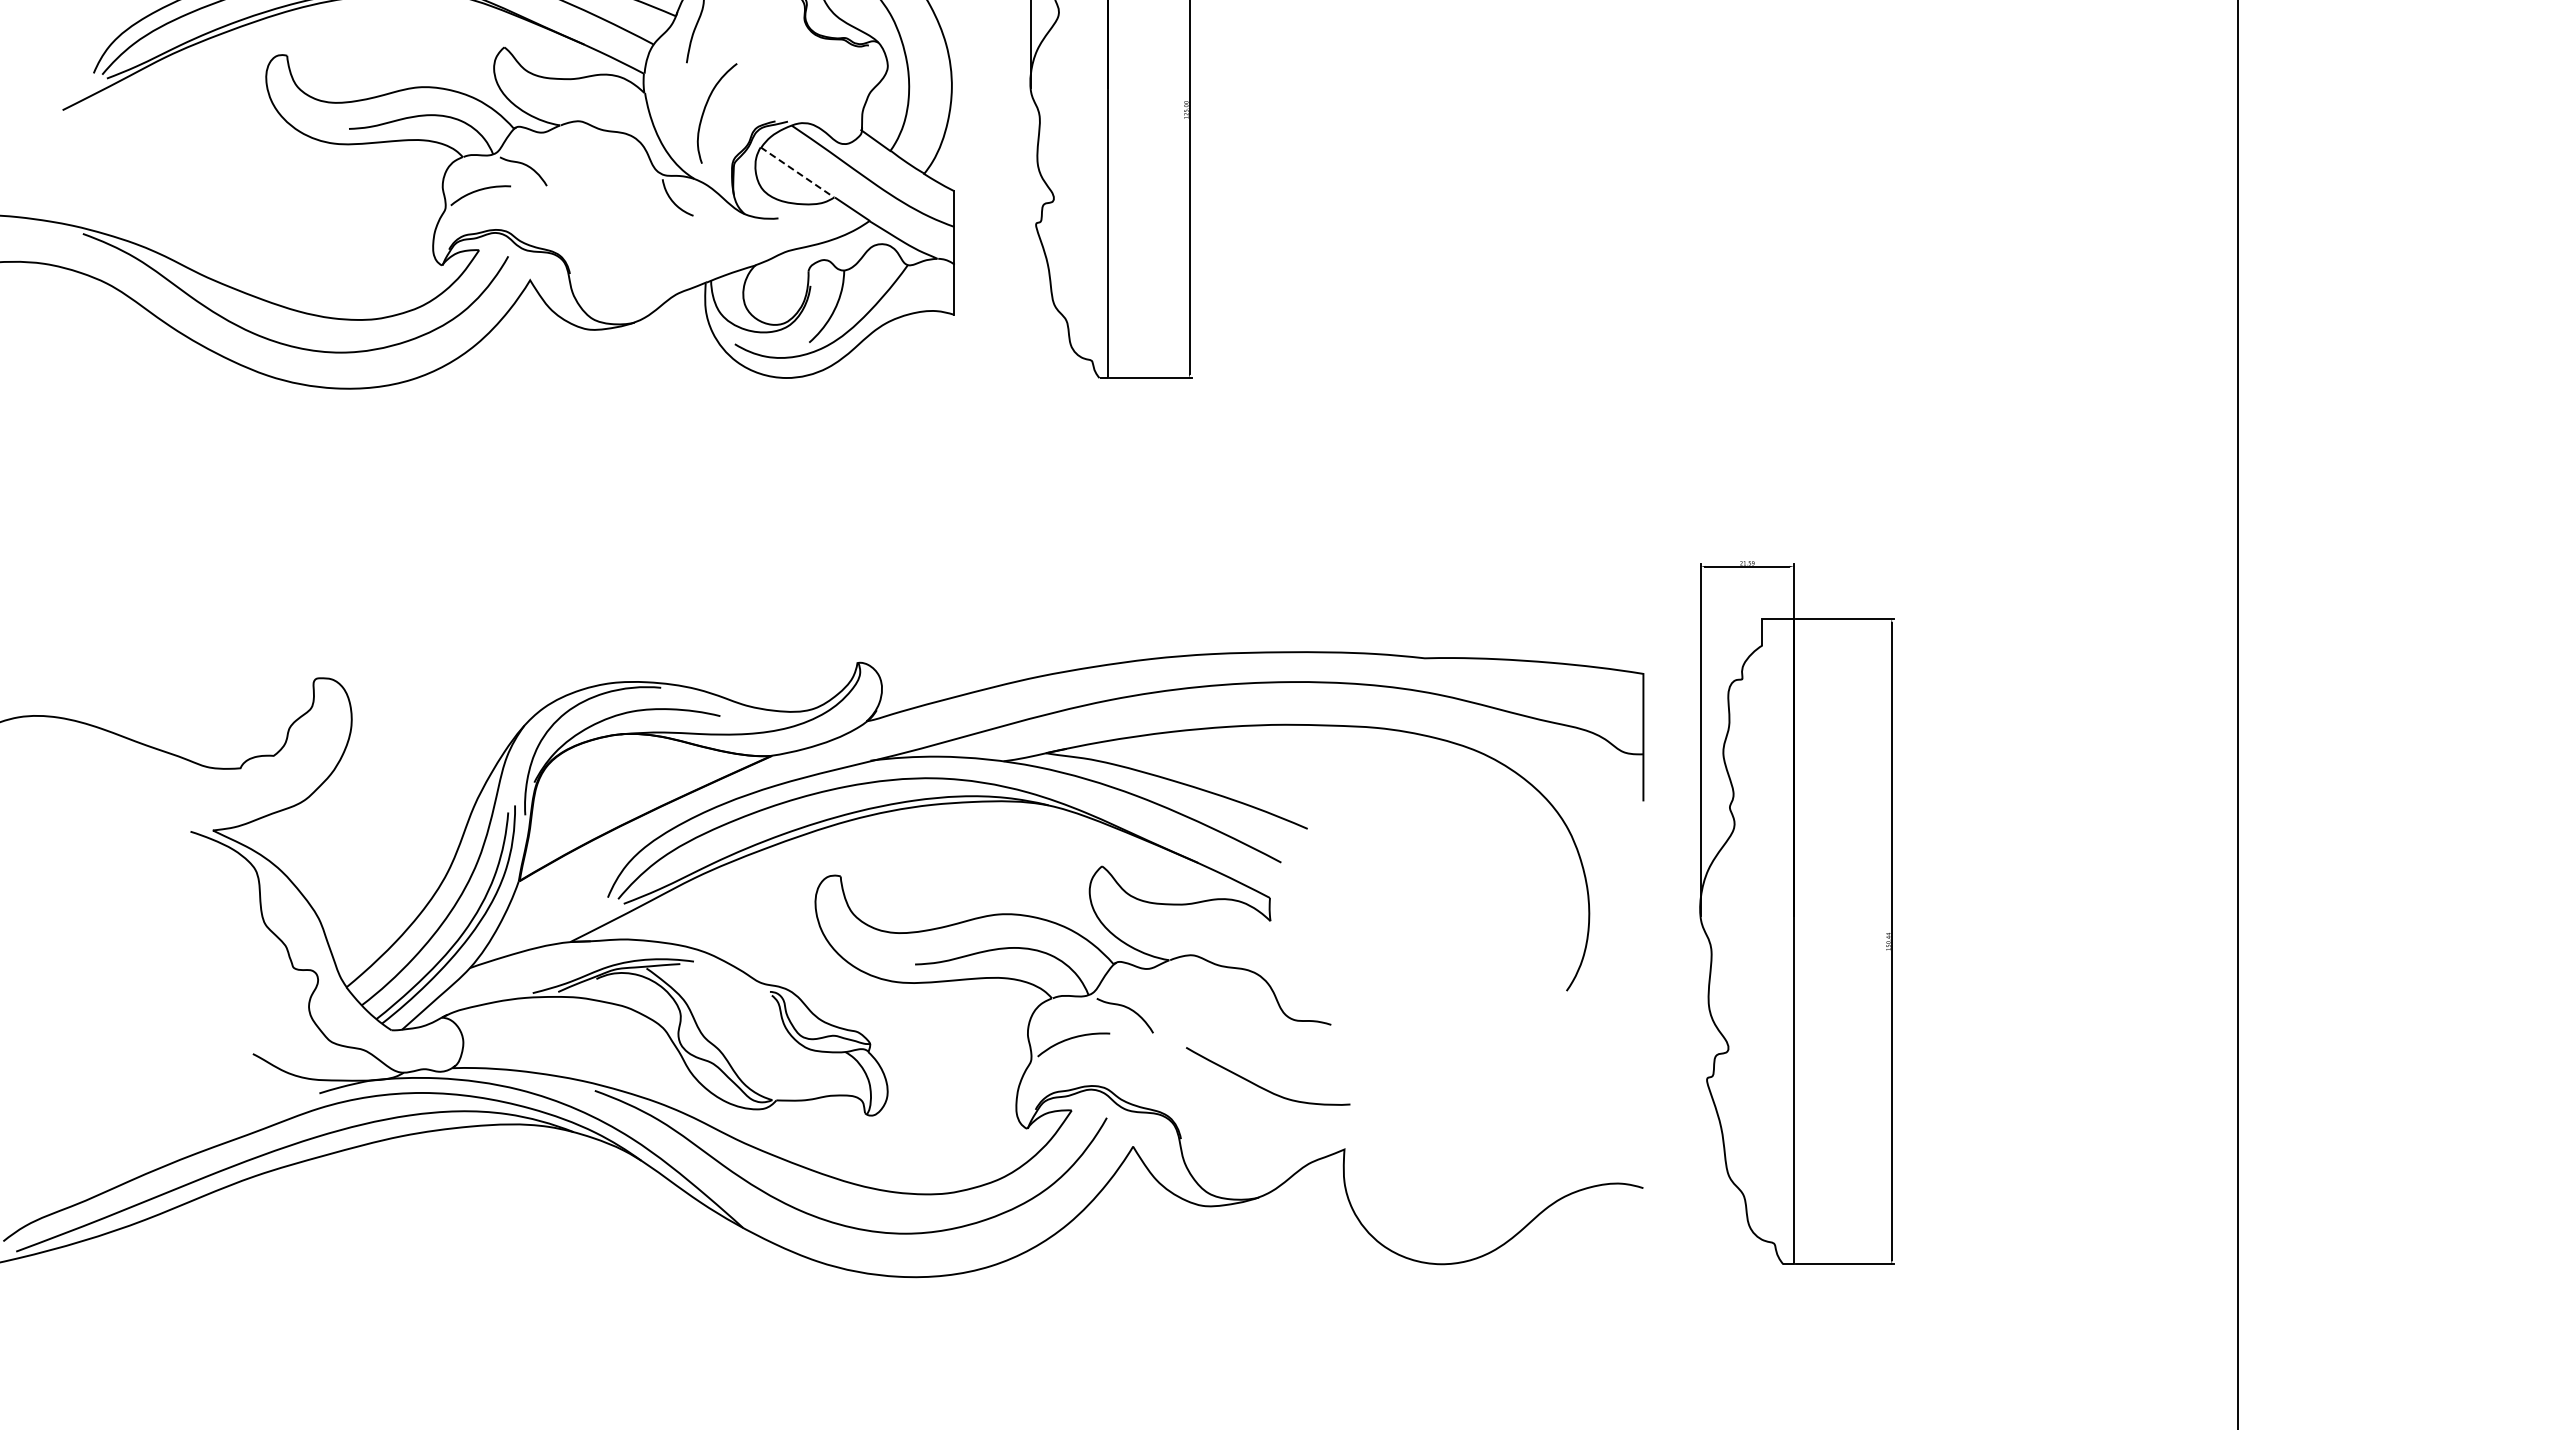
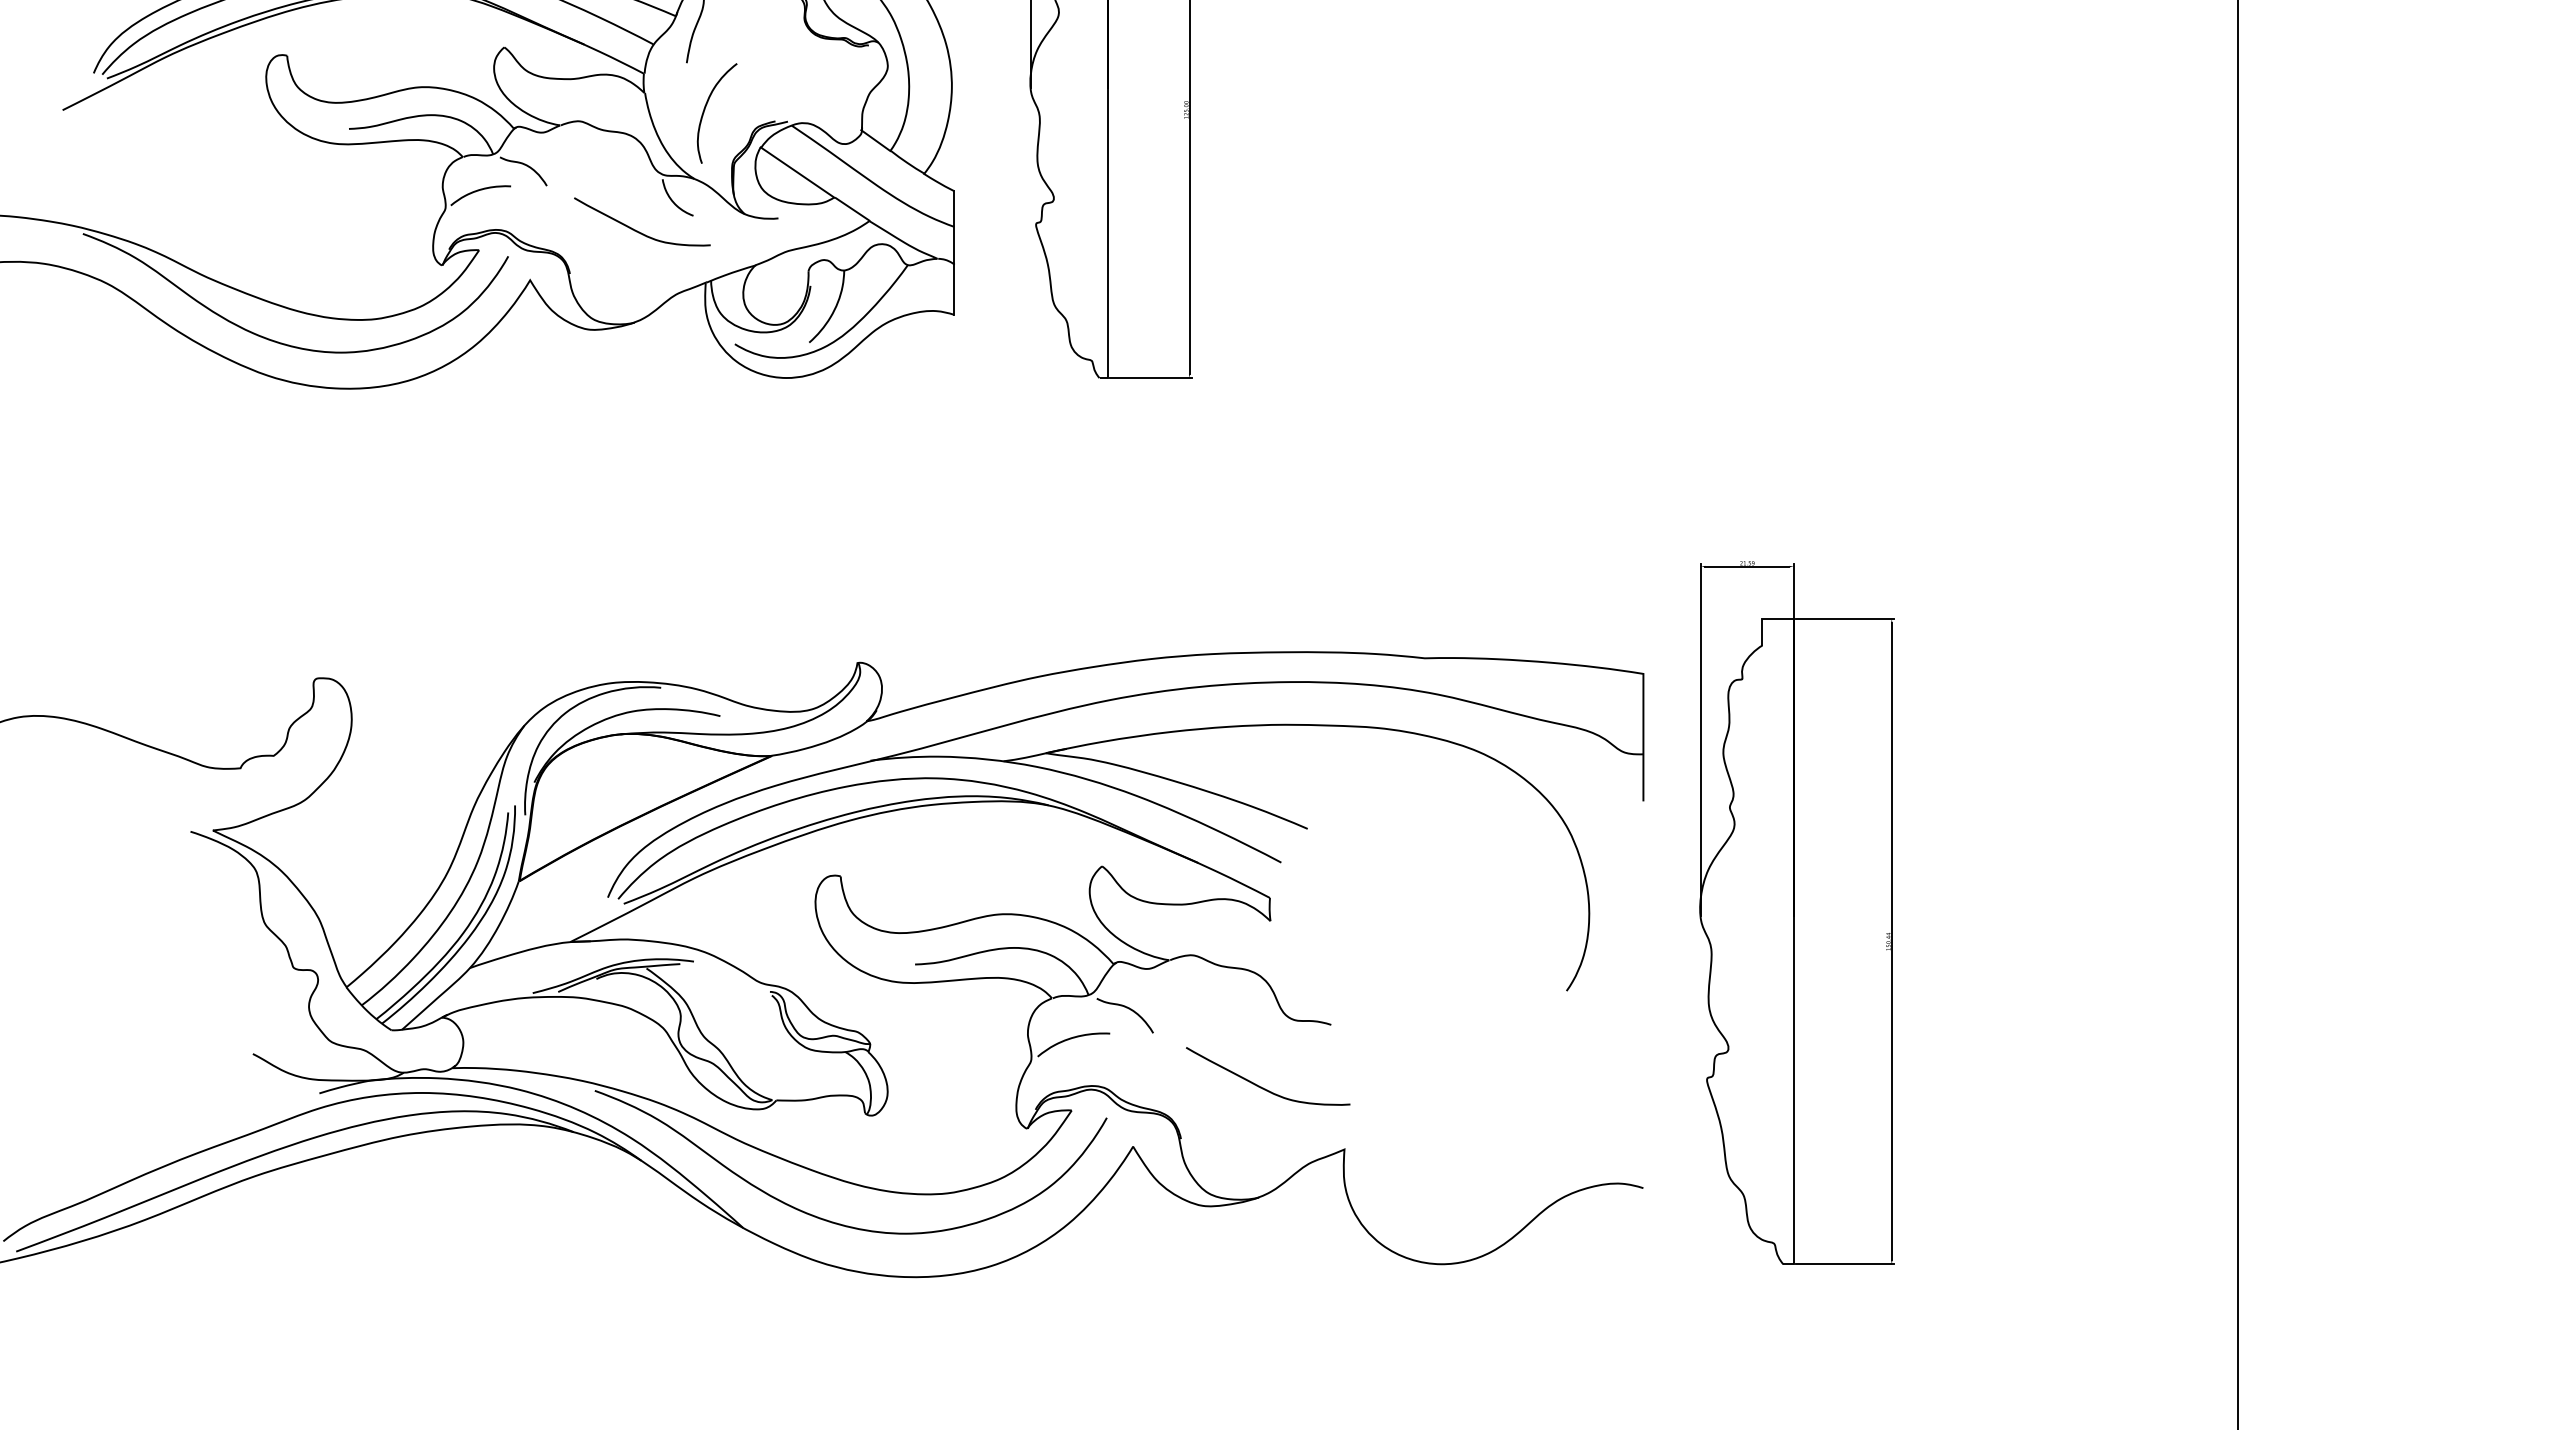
line at (797, 172): dashed -> solid
curve at (637, 230): none -> present
